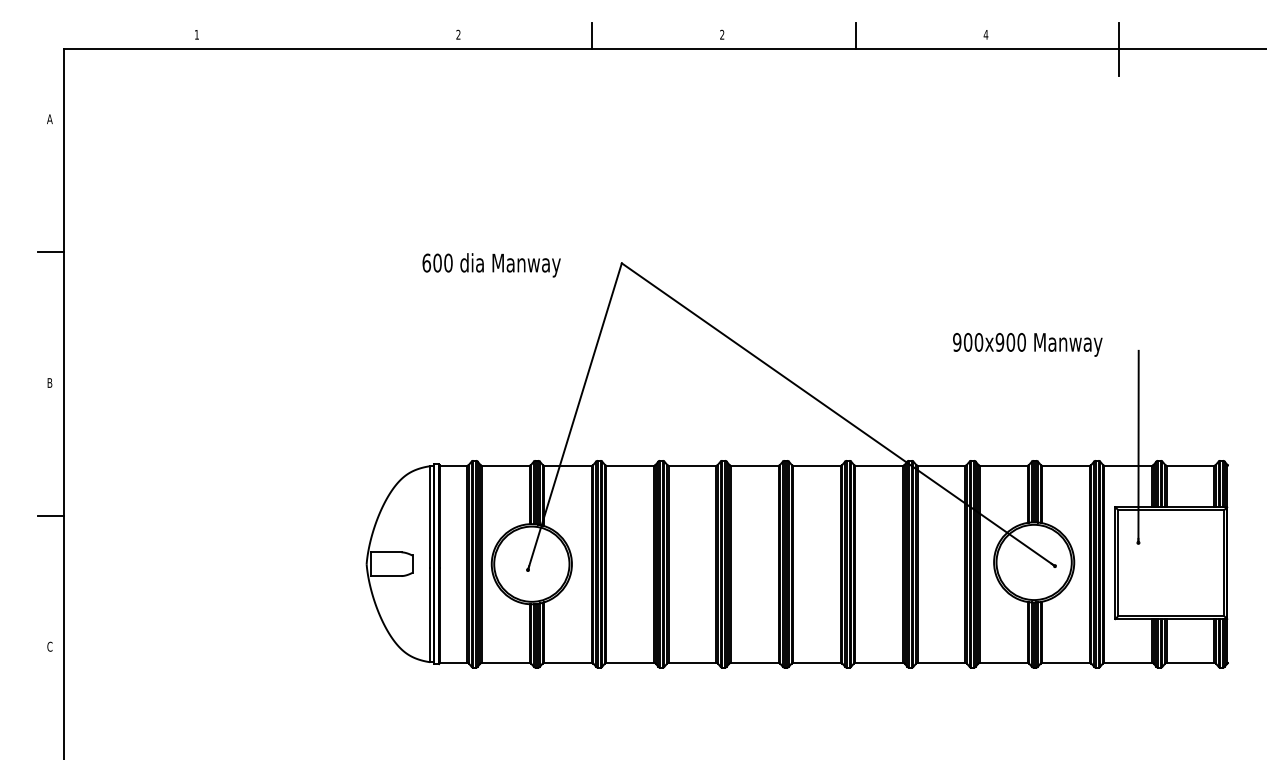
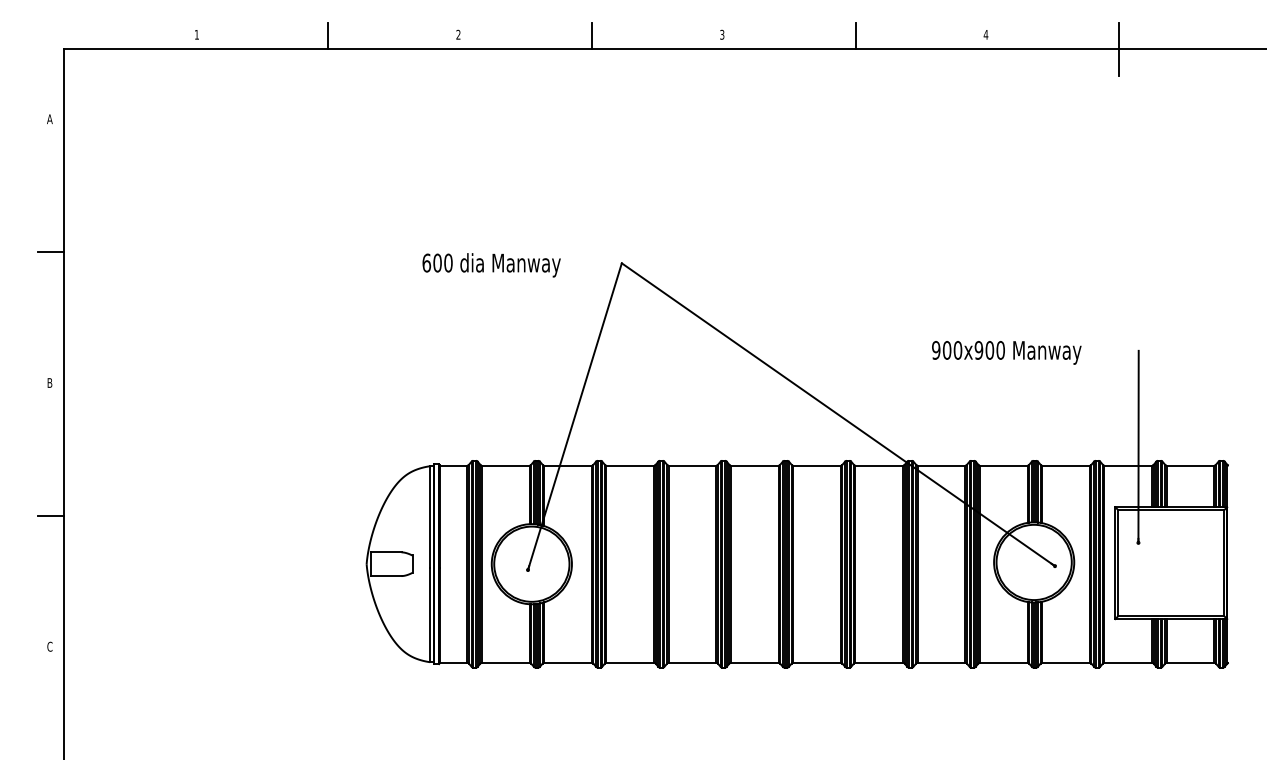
text at (722, 34): 2 -> 3
line at (328, 35): none -> present
text at (1027, 344) position: (1027, 344) -> (1006, 352)
